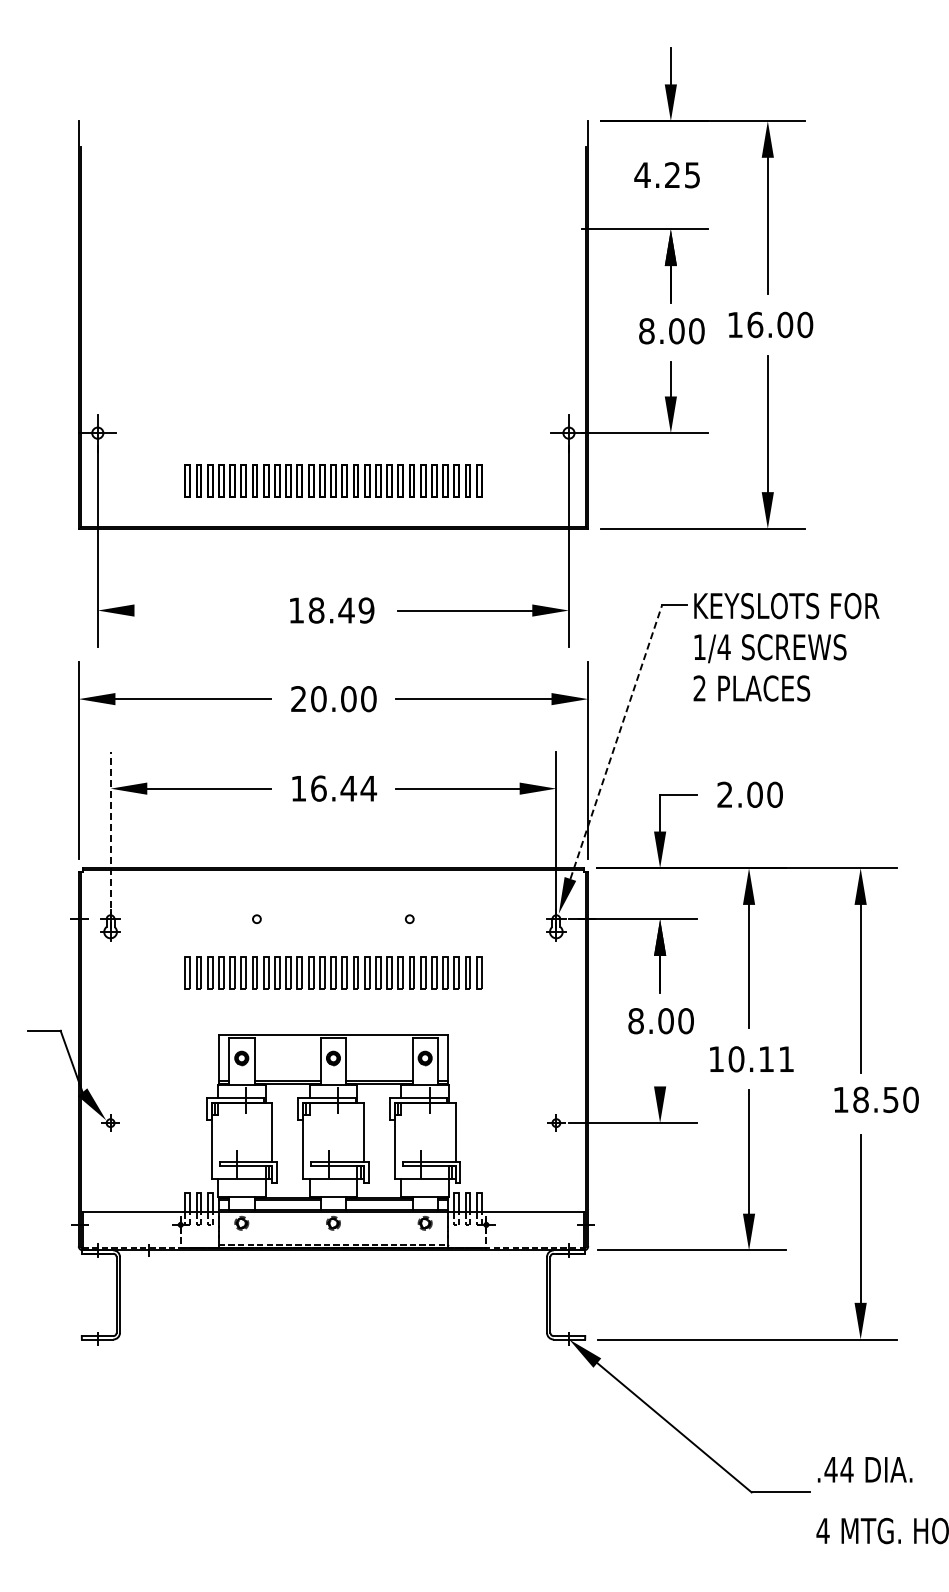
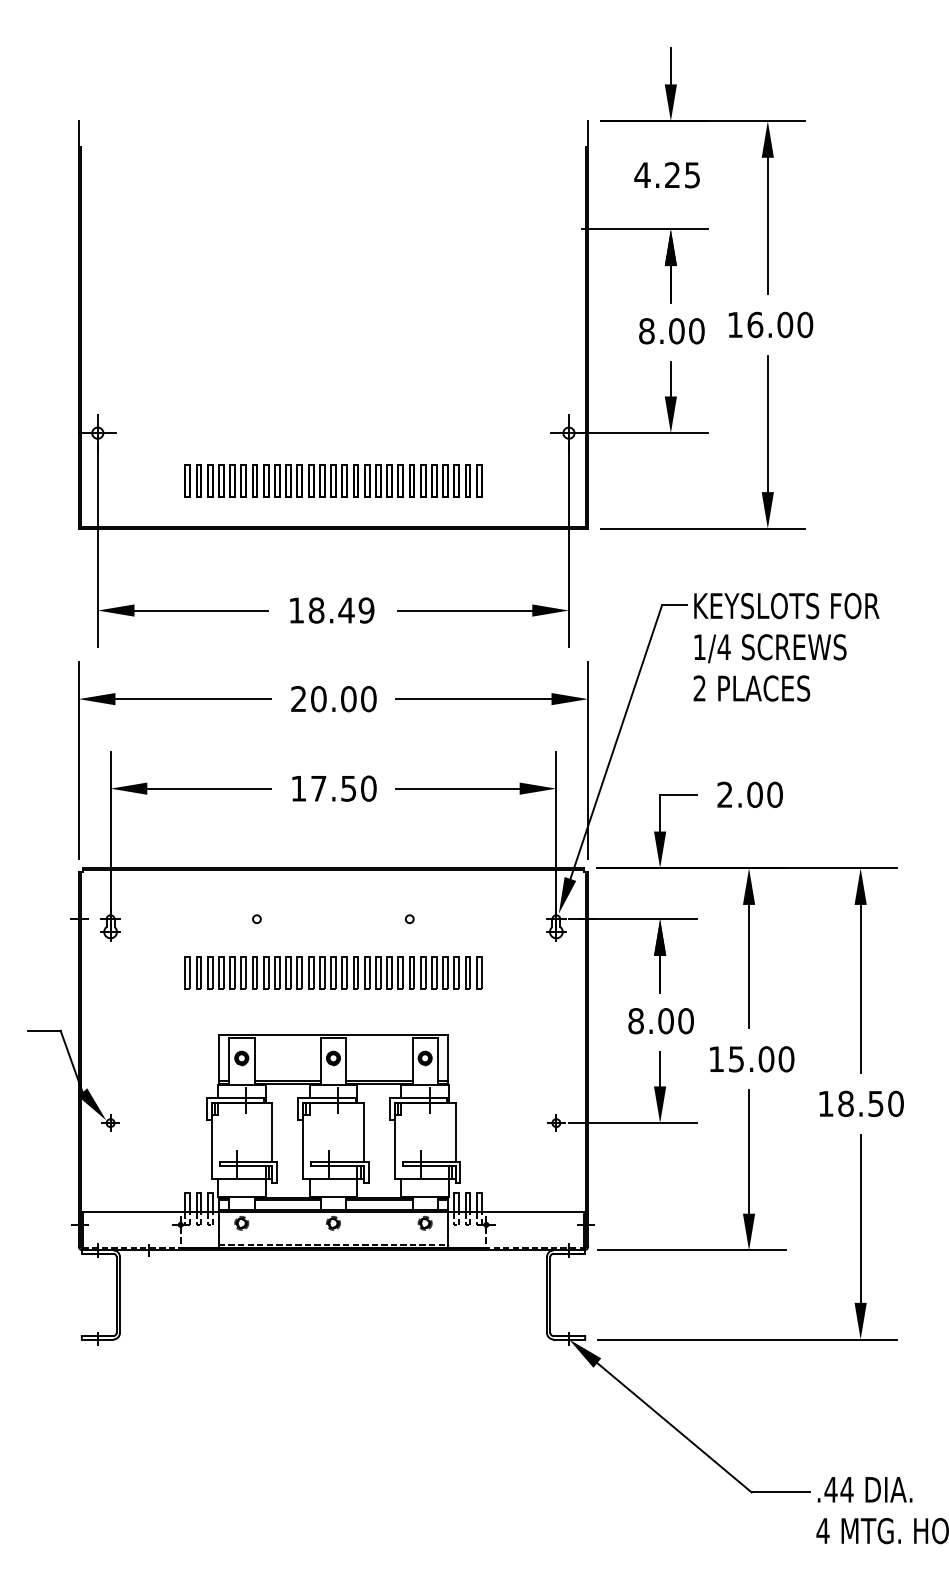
line at (201, 610): none -> present
line at (616, 741): dashed -> solid
text at (344, 788): 16.44 -> 17.50
line at (110, 835): dashed -> solid
text at (761, 1059): 10.11 -> 15.00
line at (660, 1069): none -> present
text at (876, 1099) position: (876, 1099) -> (861, 1103)
text at (864, 1469) position: (864, 1469) -> (864, 1489)
